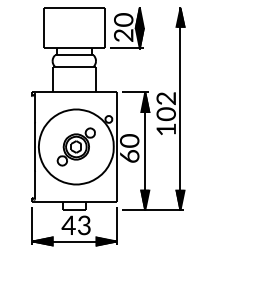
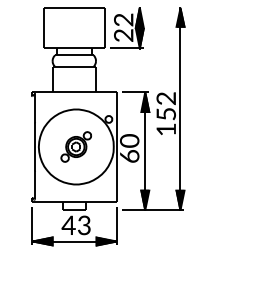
text at (123, 19): 20 -> 22
text at (166, 114): 102 -> 152
part at (75, 146) size: 40x40 px -> 32x32 px
